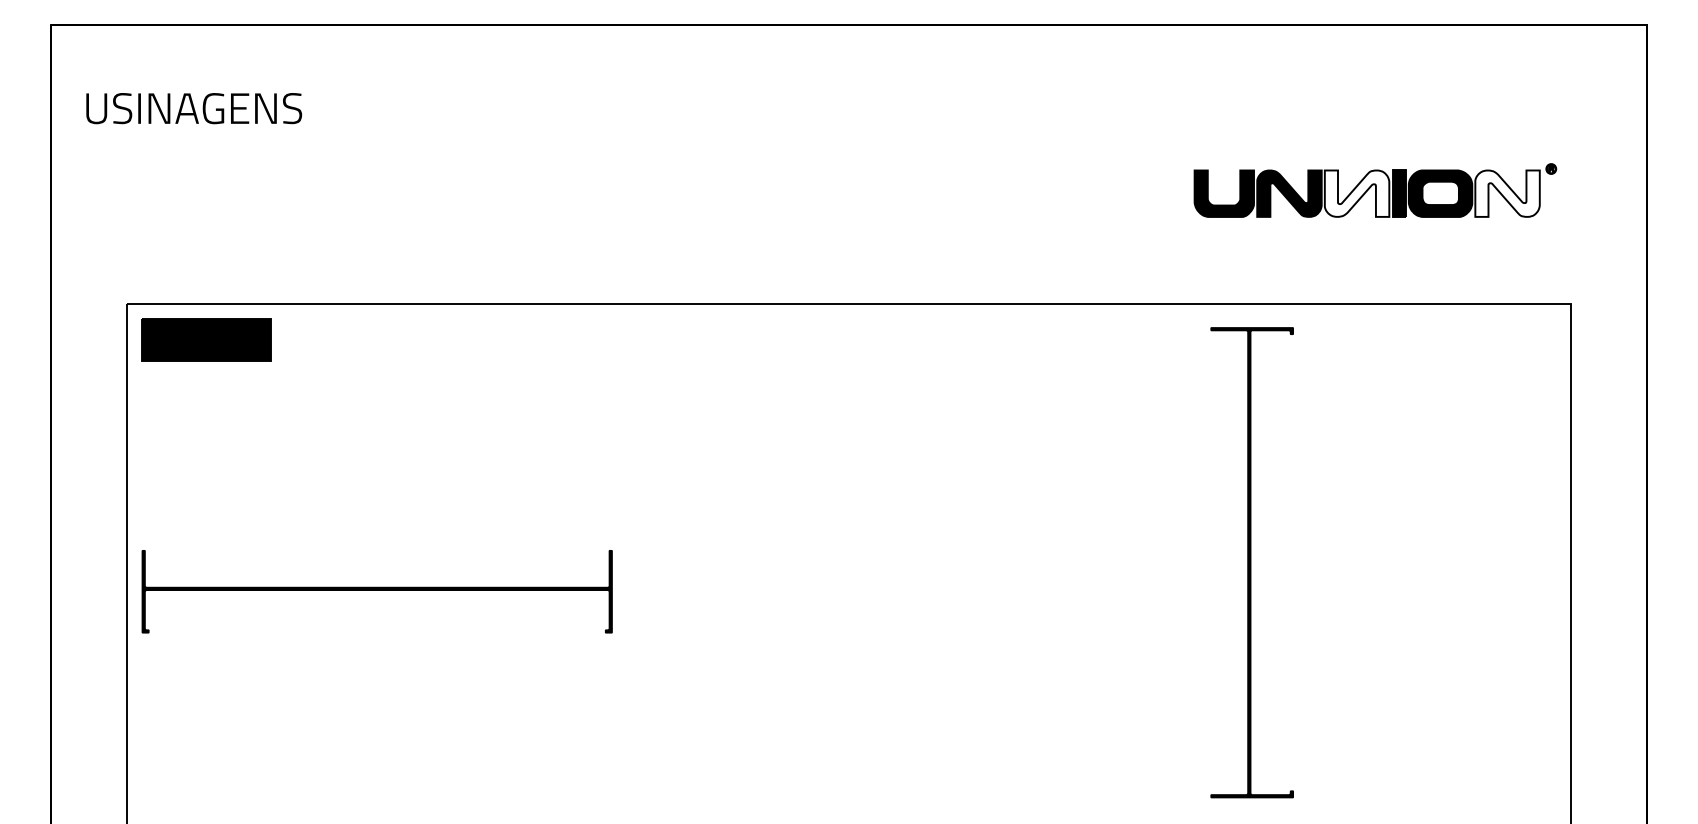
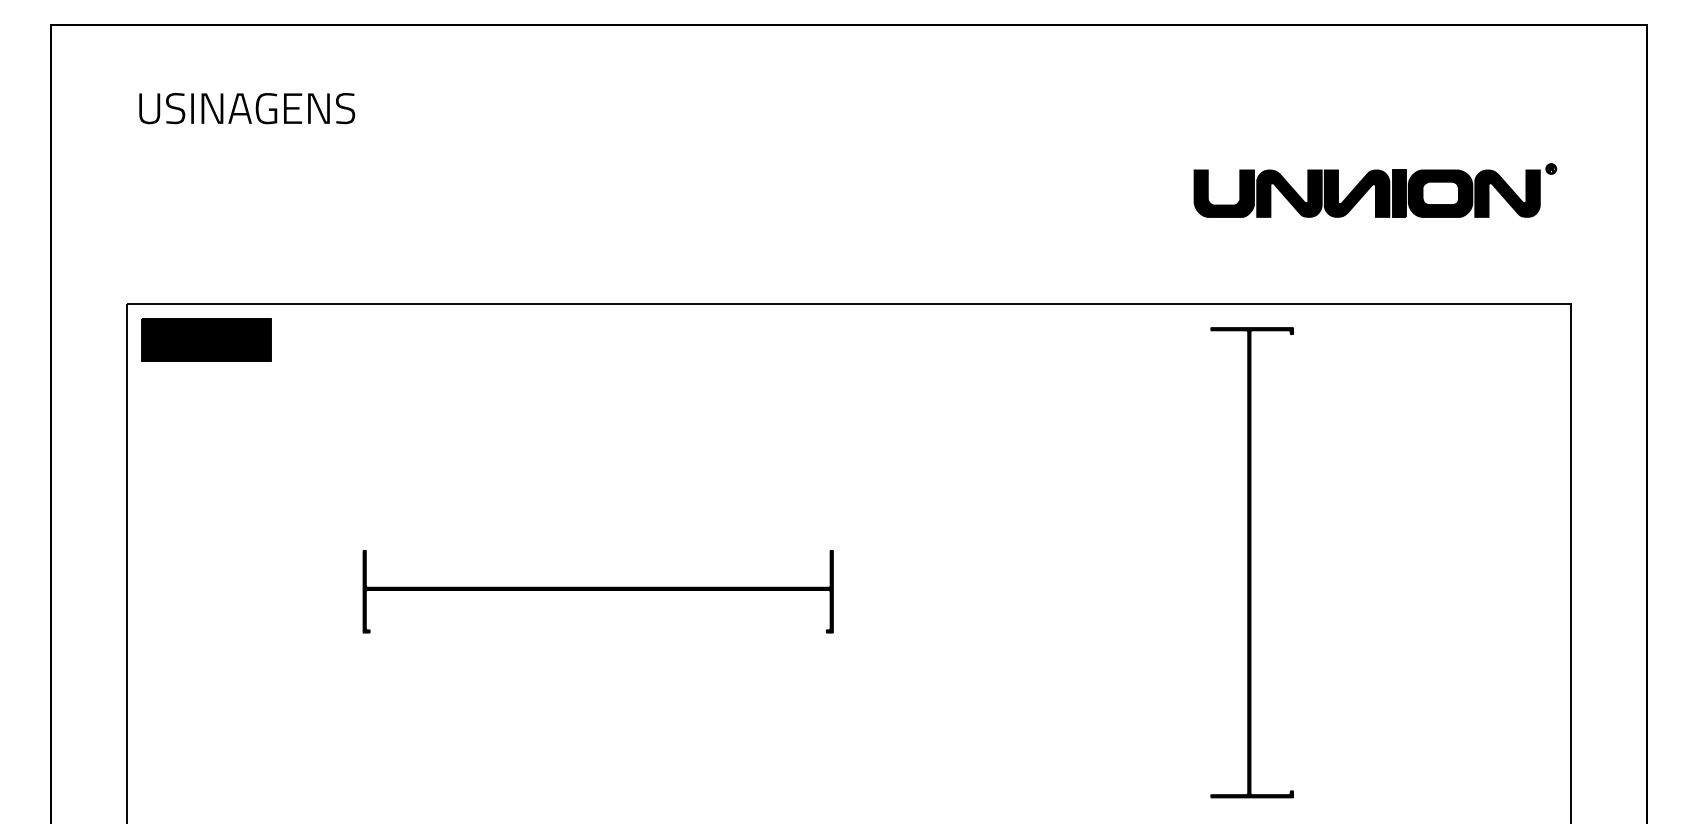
text at (194, 108) position: (194, 108) -> (247, 108)
fill at (1356, 193): none -> present
fill at (1507, 193): none -> present
part at (376, 591) position: (376, 591) -> (597, 591)
